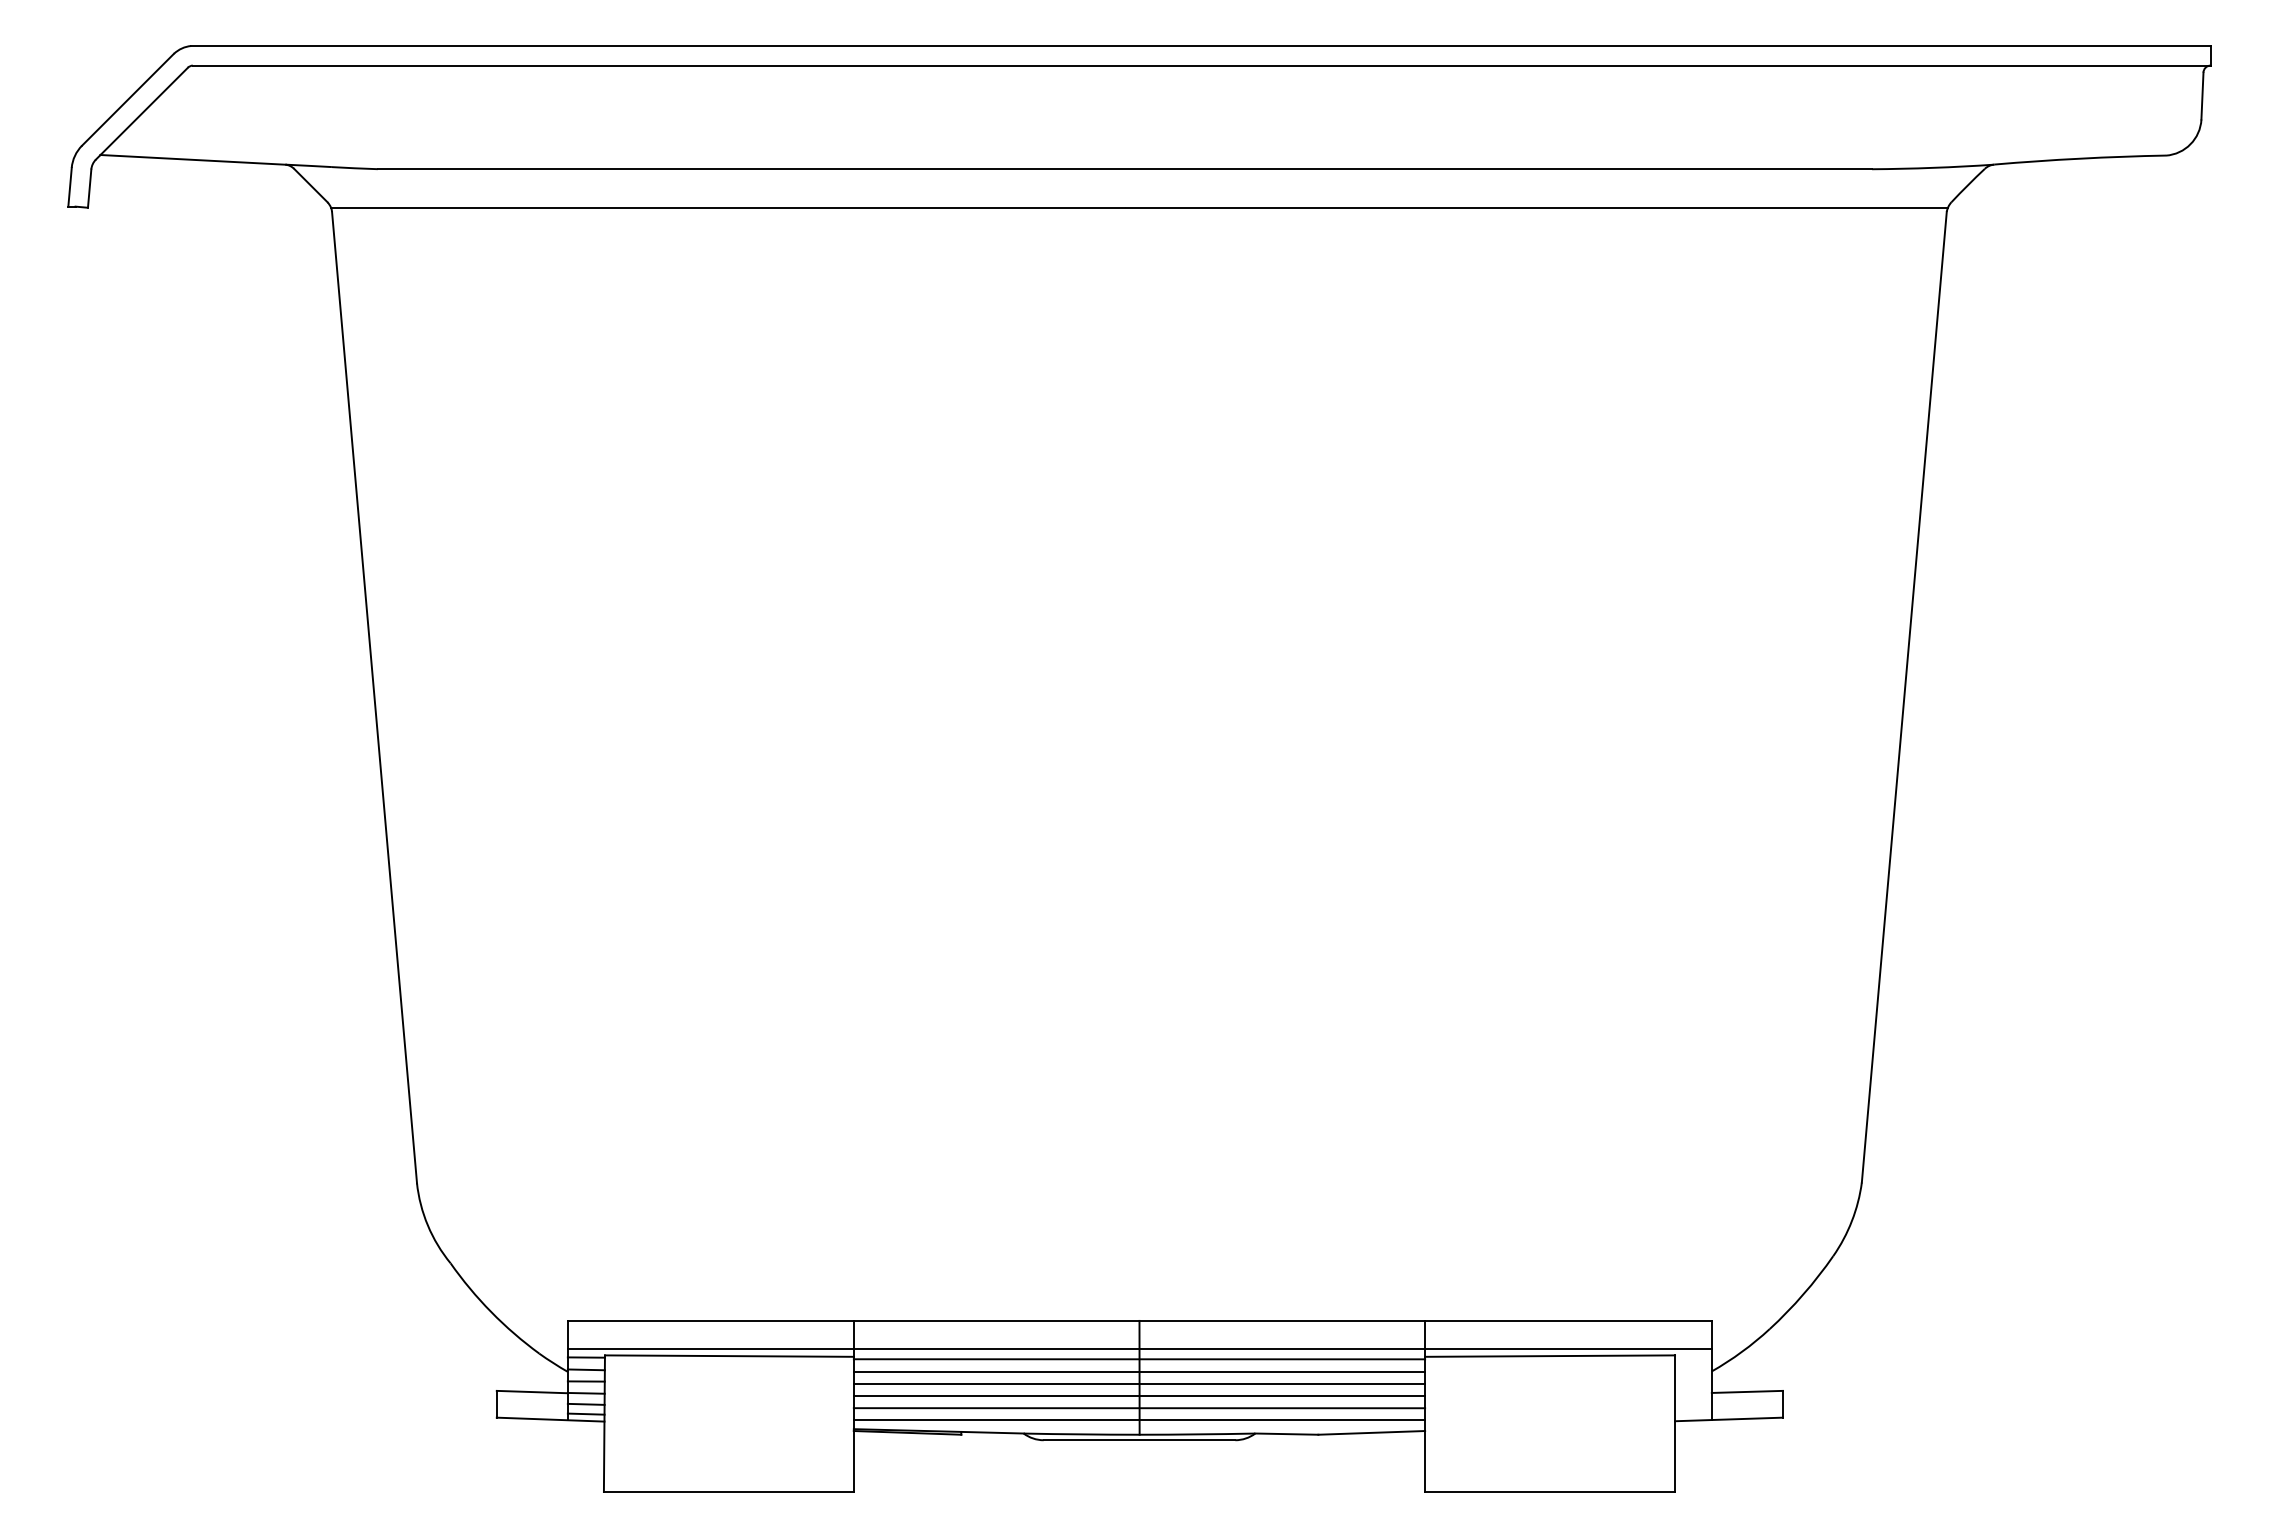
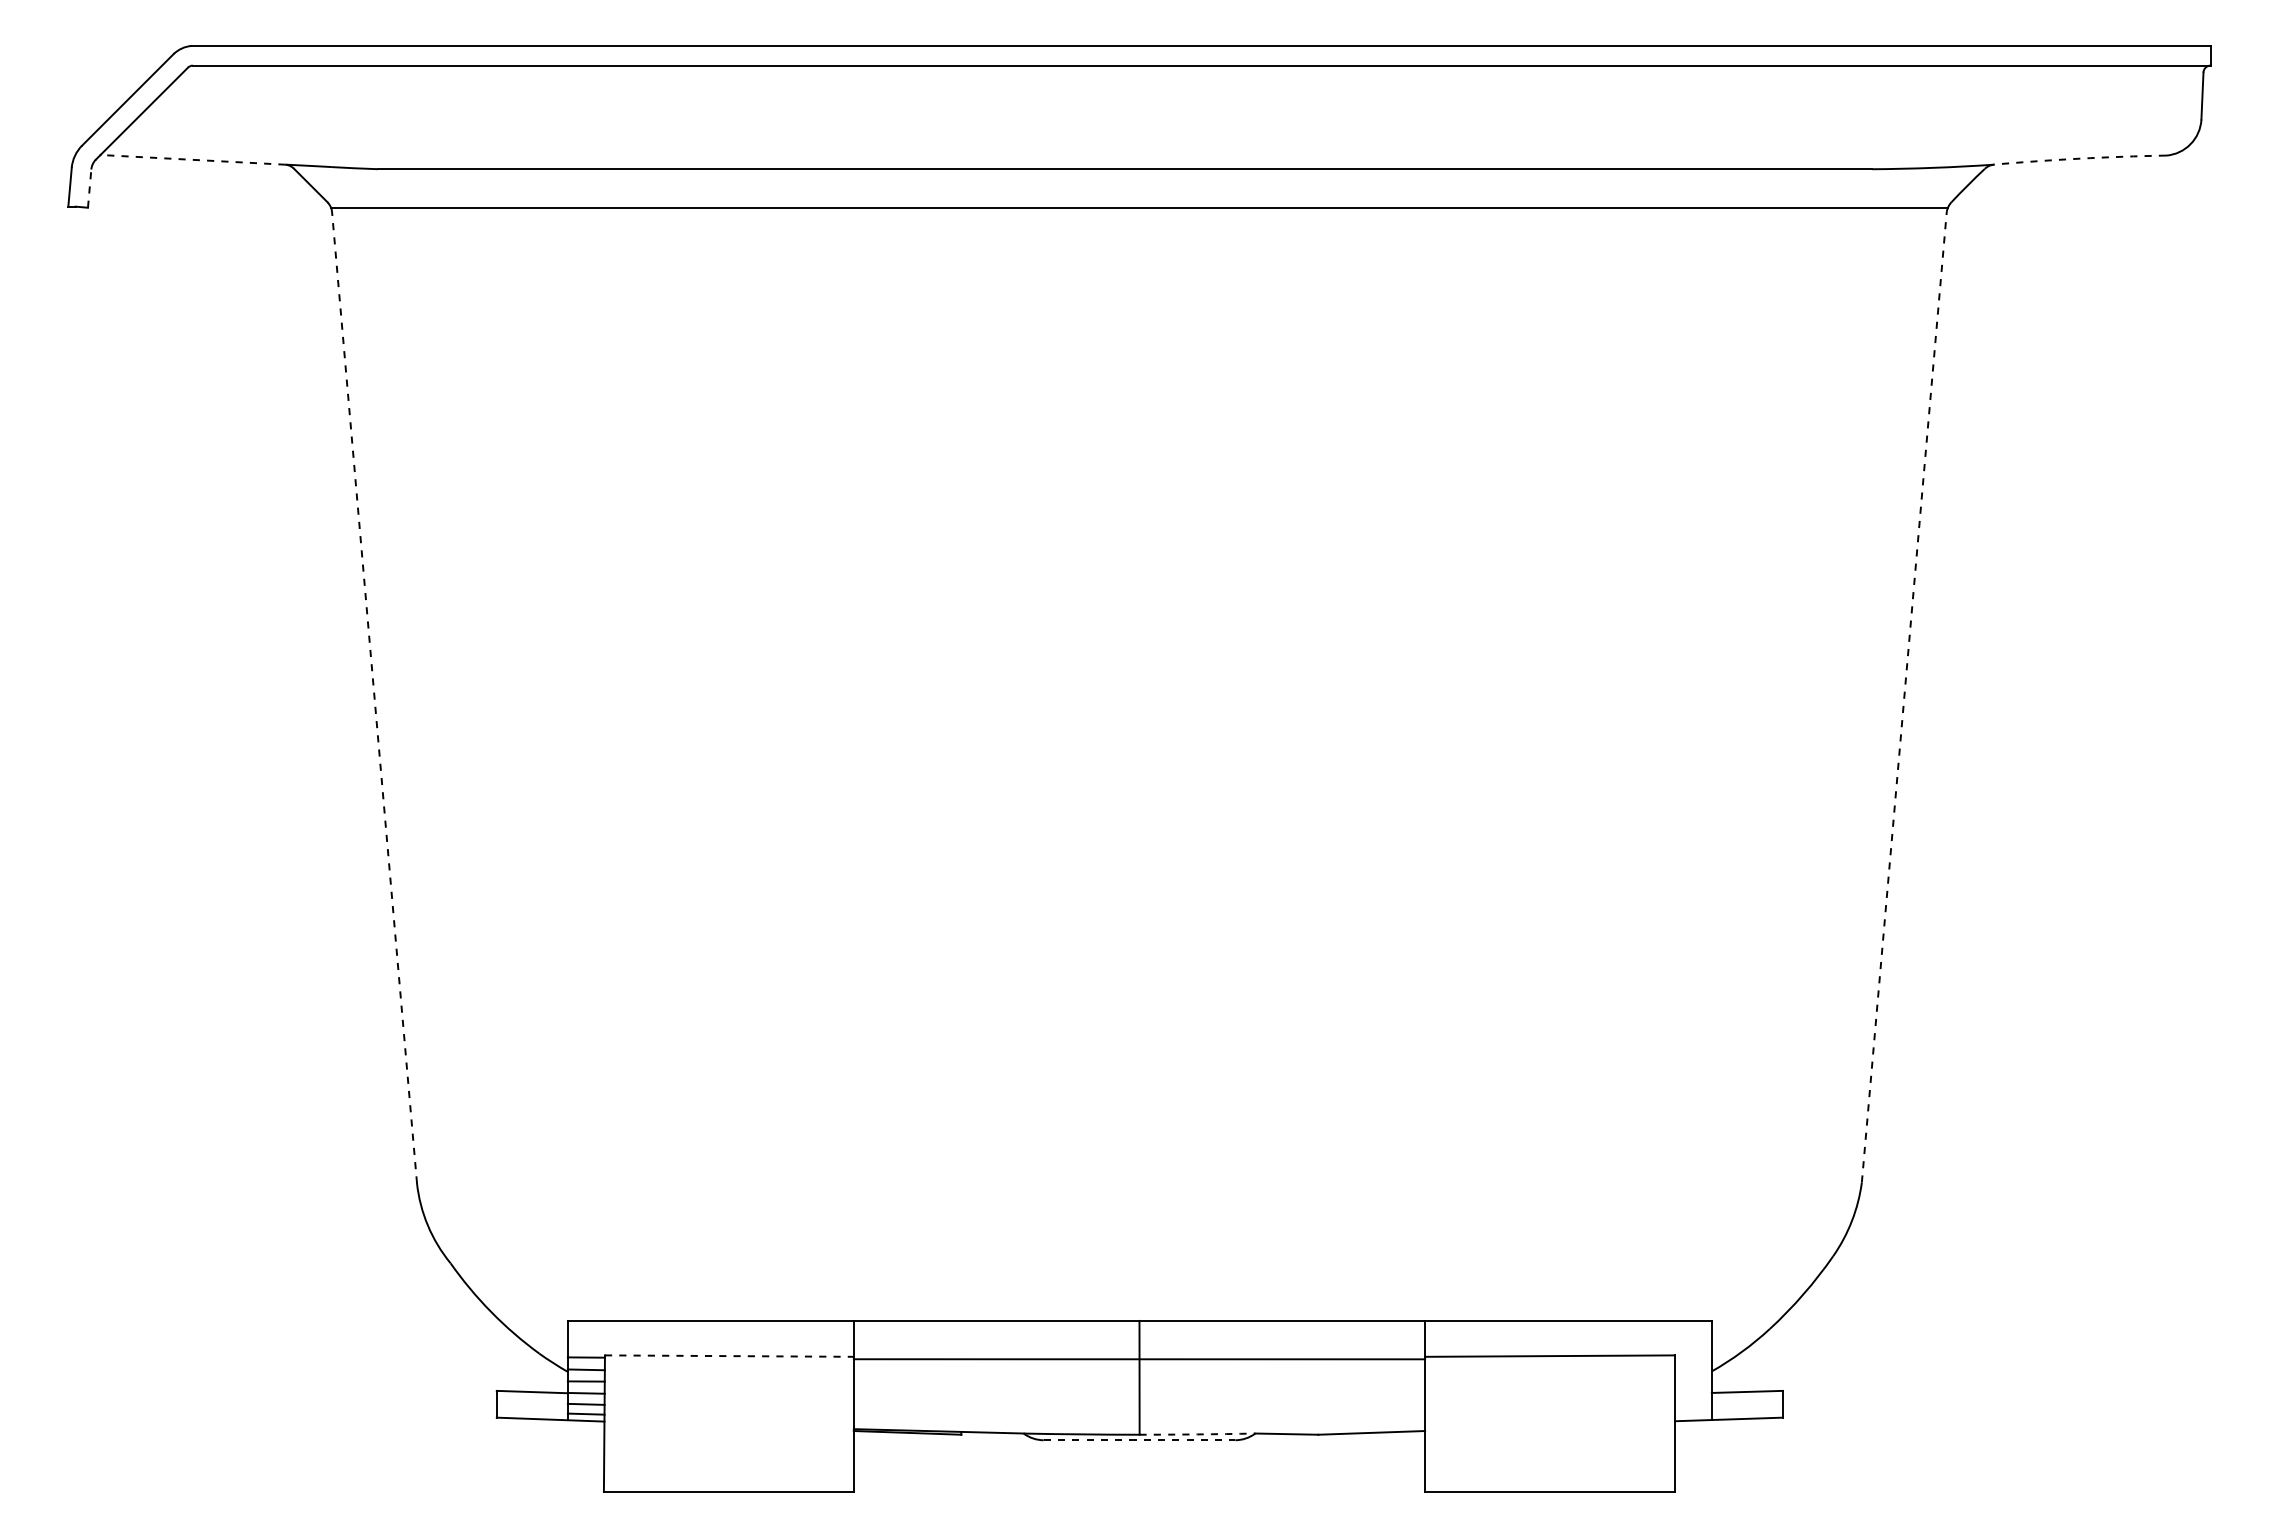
arc at (2080, 158): solid -> dashed
line at (193, 159): solid -> dashed
line at (89, 188): solid -> dashed
line at (1904, 696): solid -> dashed
line at (374, 697): solid -> dashed
line at (1139, 1349): present -> none
line at (729, 1356): solid -> dashed
line at (1139, 1371): present -> none
line at (1139, 1383): present -> none
line at (1139, 1396): present -> none
line at (1139, 1408): present -> none
line at (1139, 1419): present -> none
arc at (1197, 1434): solid -> dashed
line at (1139, 1440): solid -> dashed
